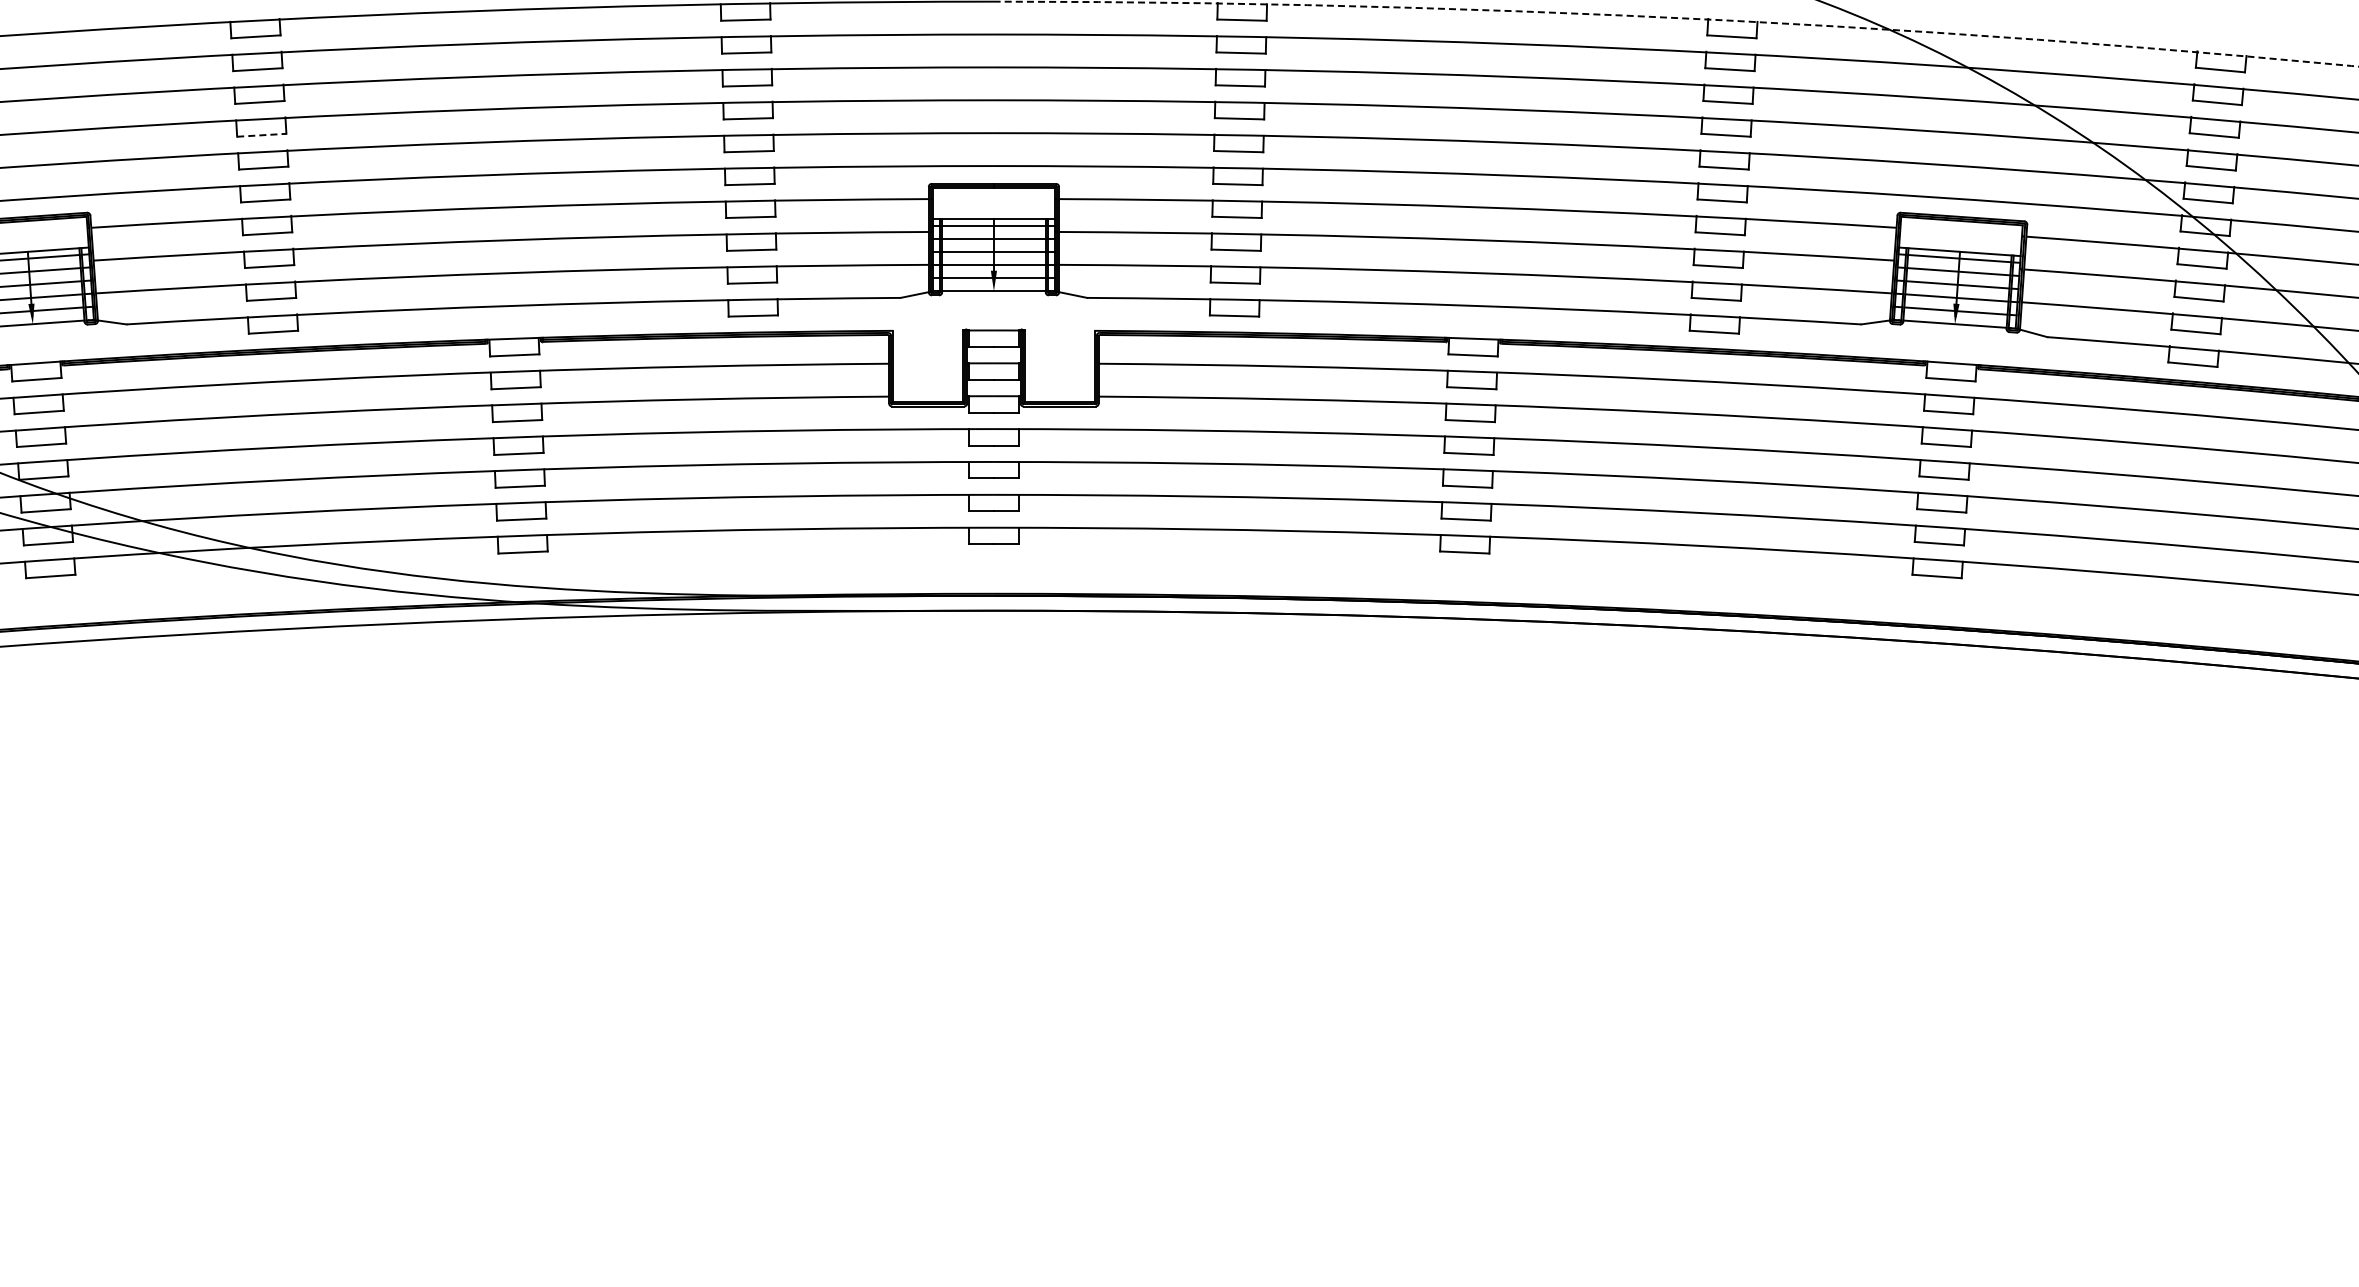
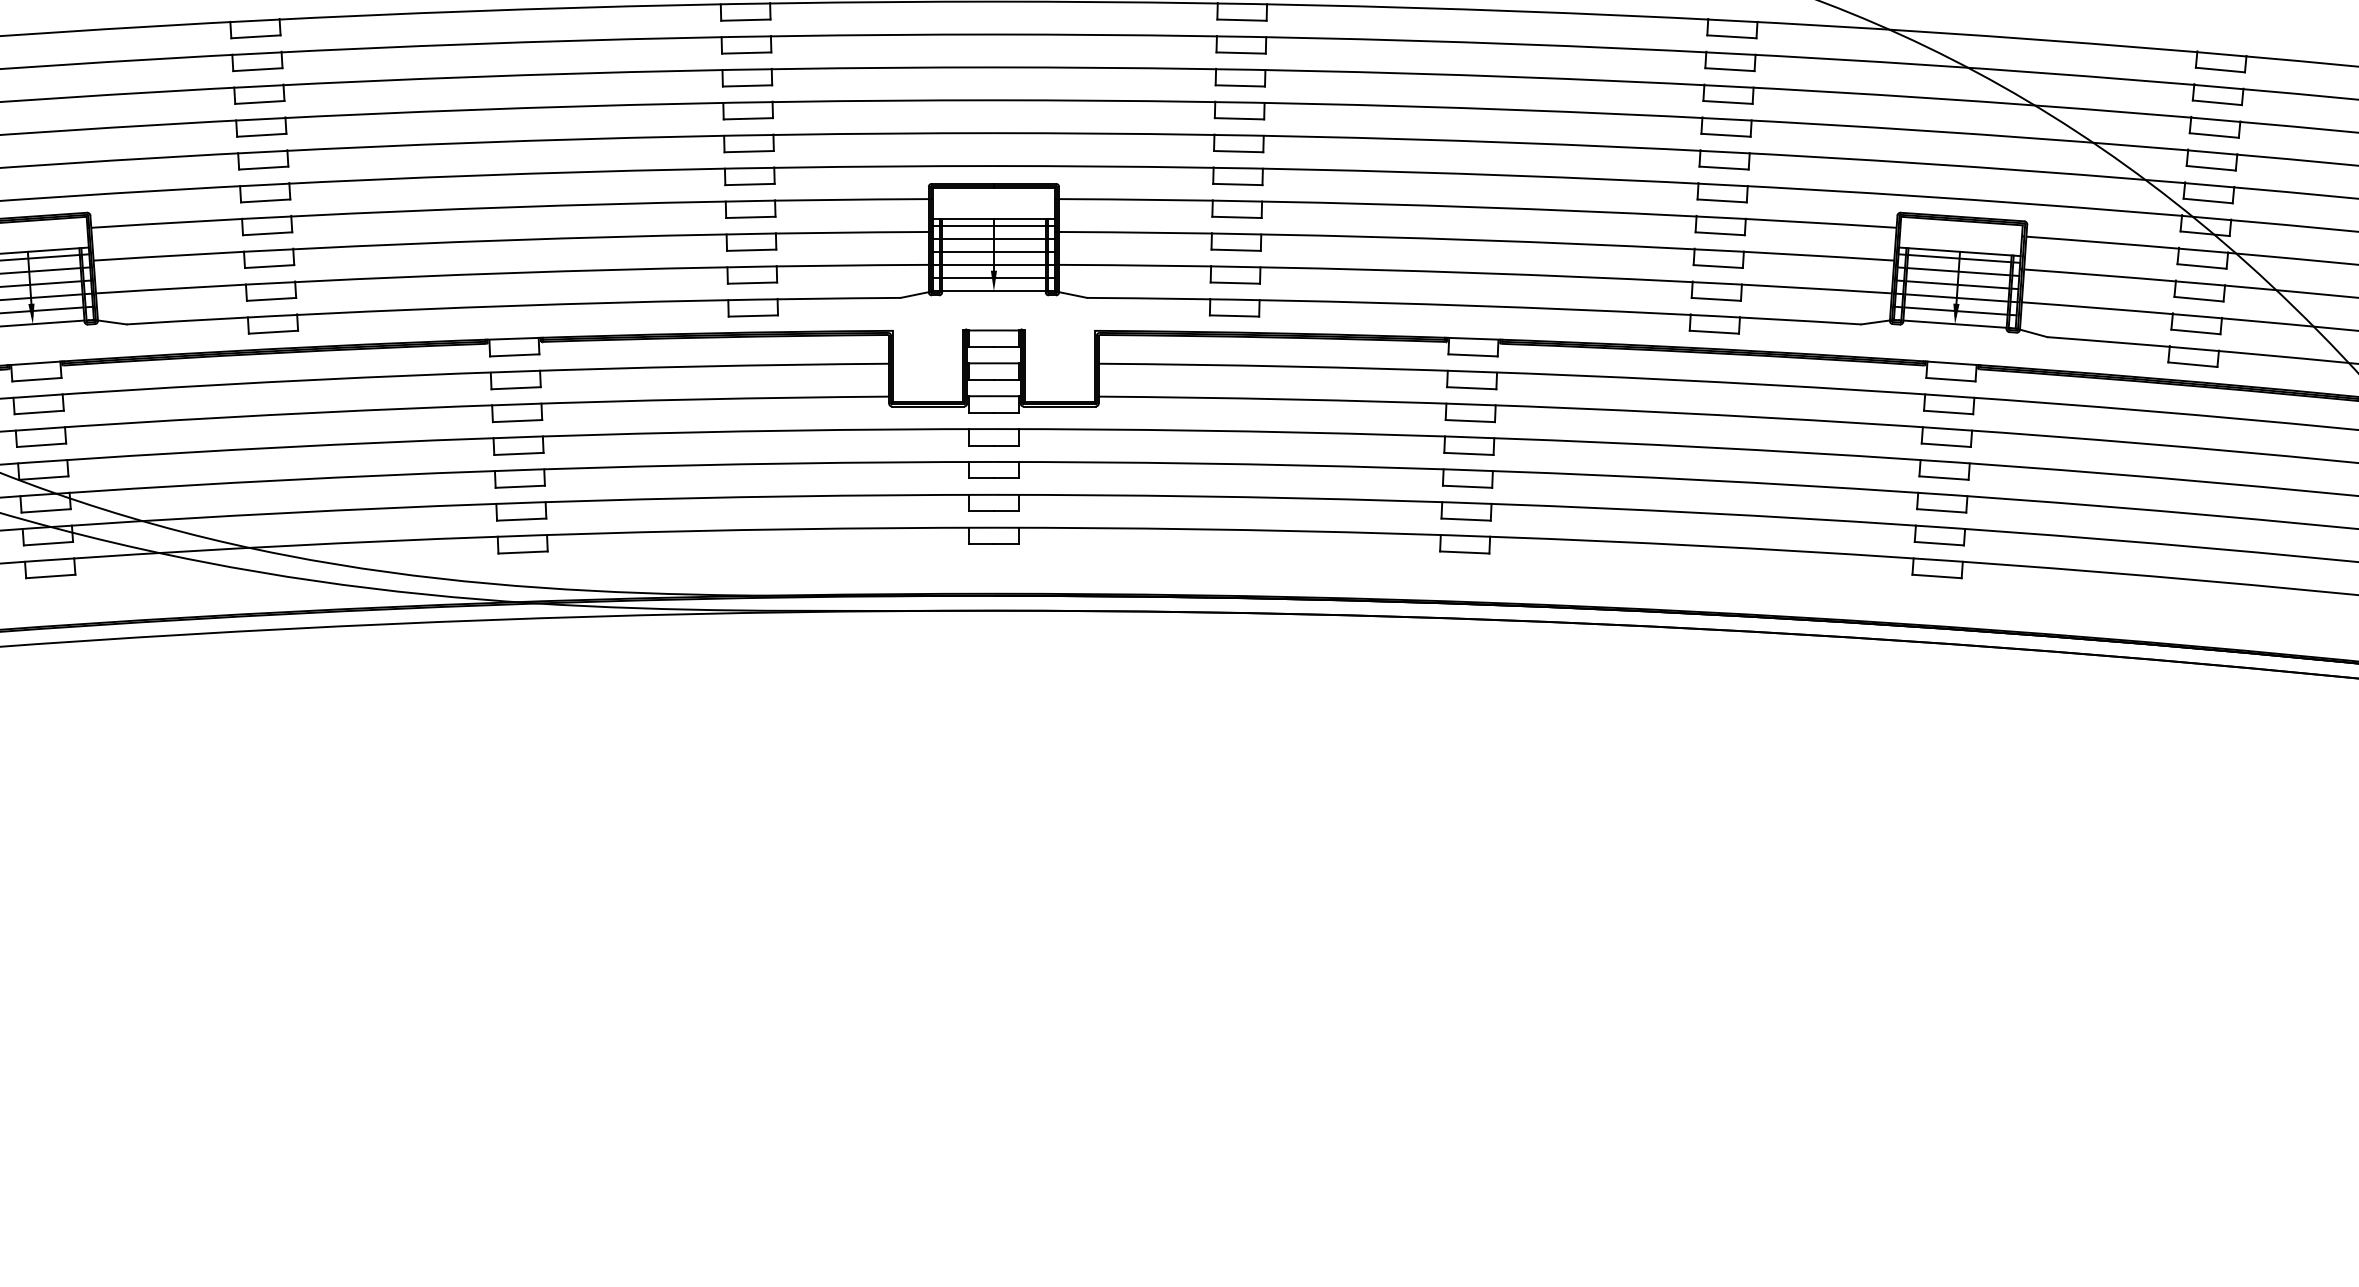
arc at (1676, 18): dashed -> solid
line at (261, 135): dashed -> solid
